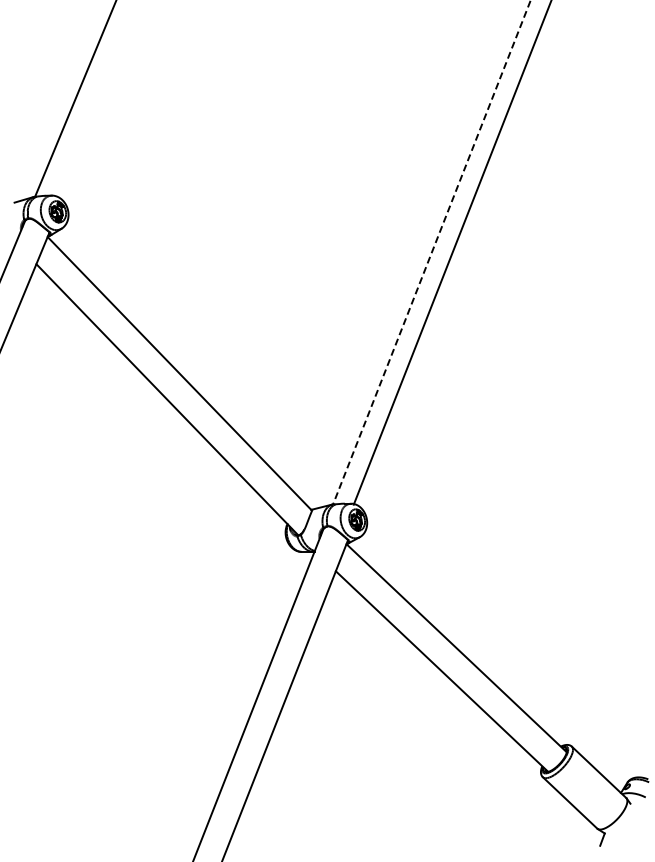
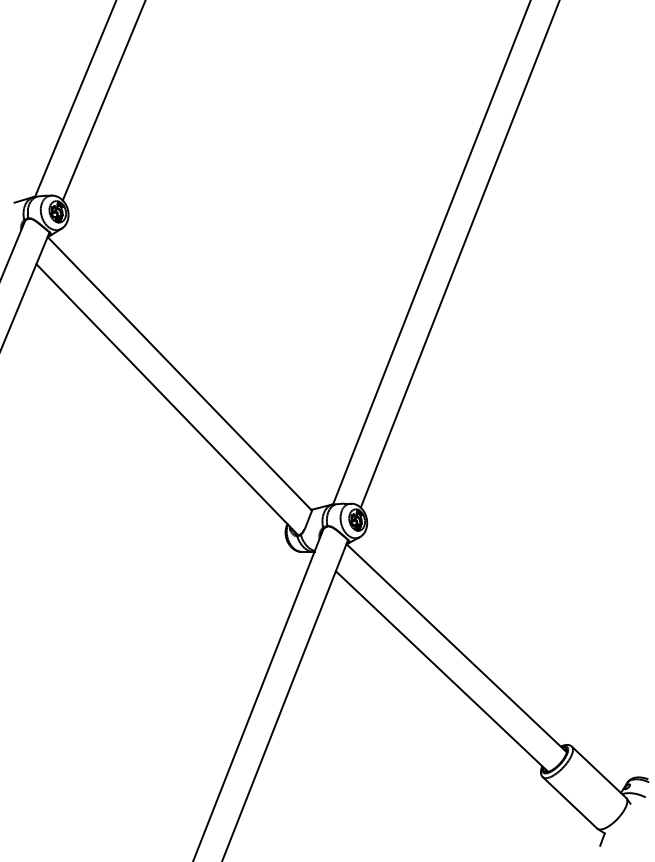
line at (103, 101): none -> present
line at (431, 253): dashed -> solid
line at (451, 253) position: (451, 253) -> (459, 254)
